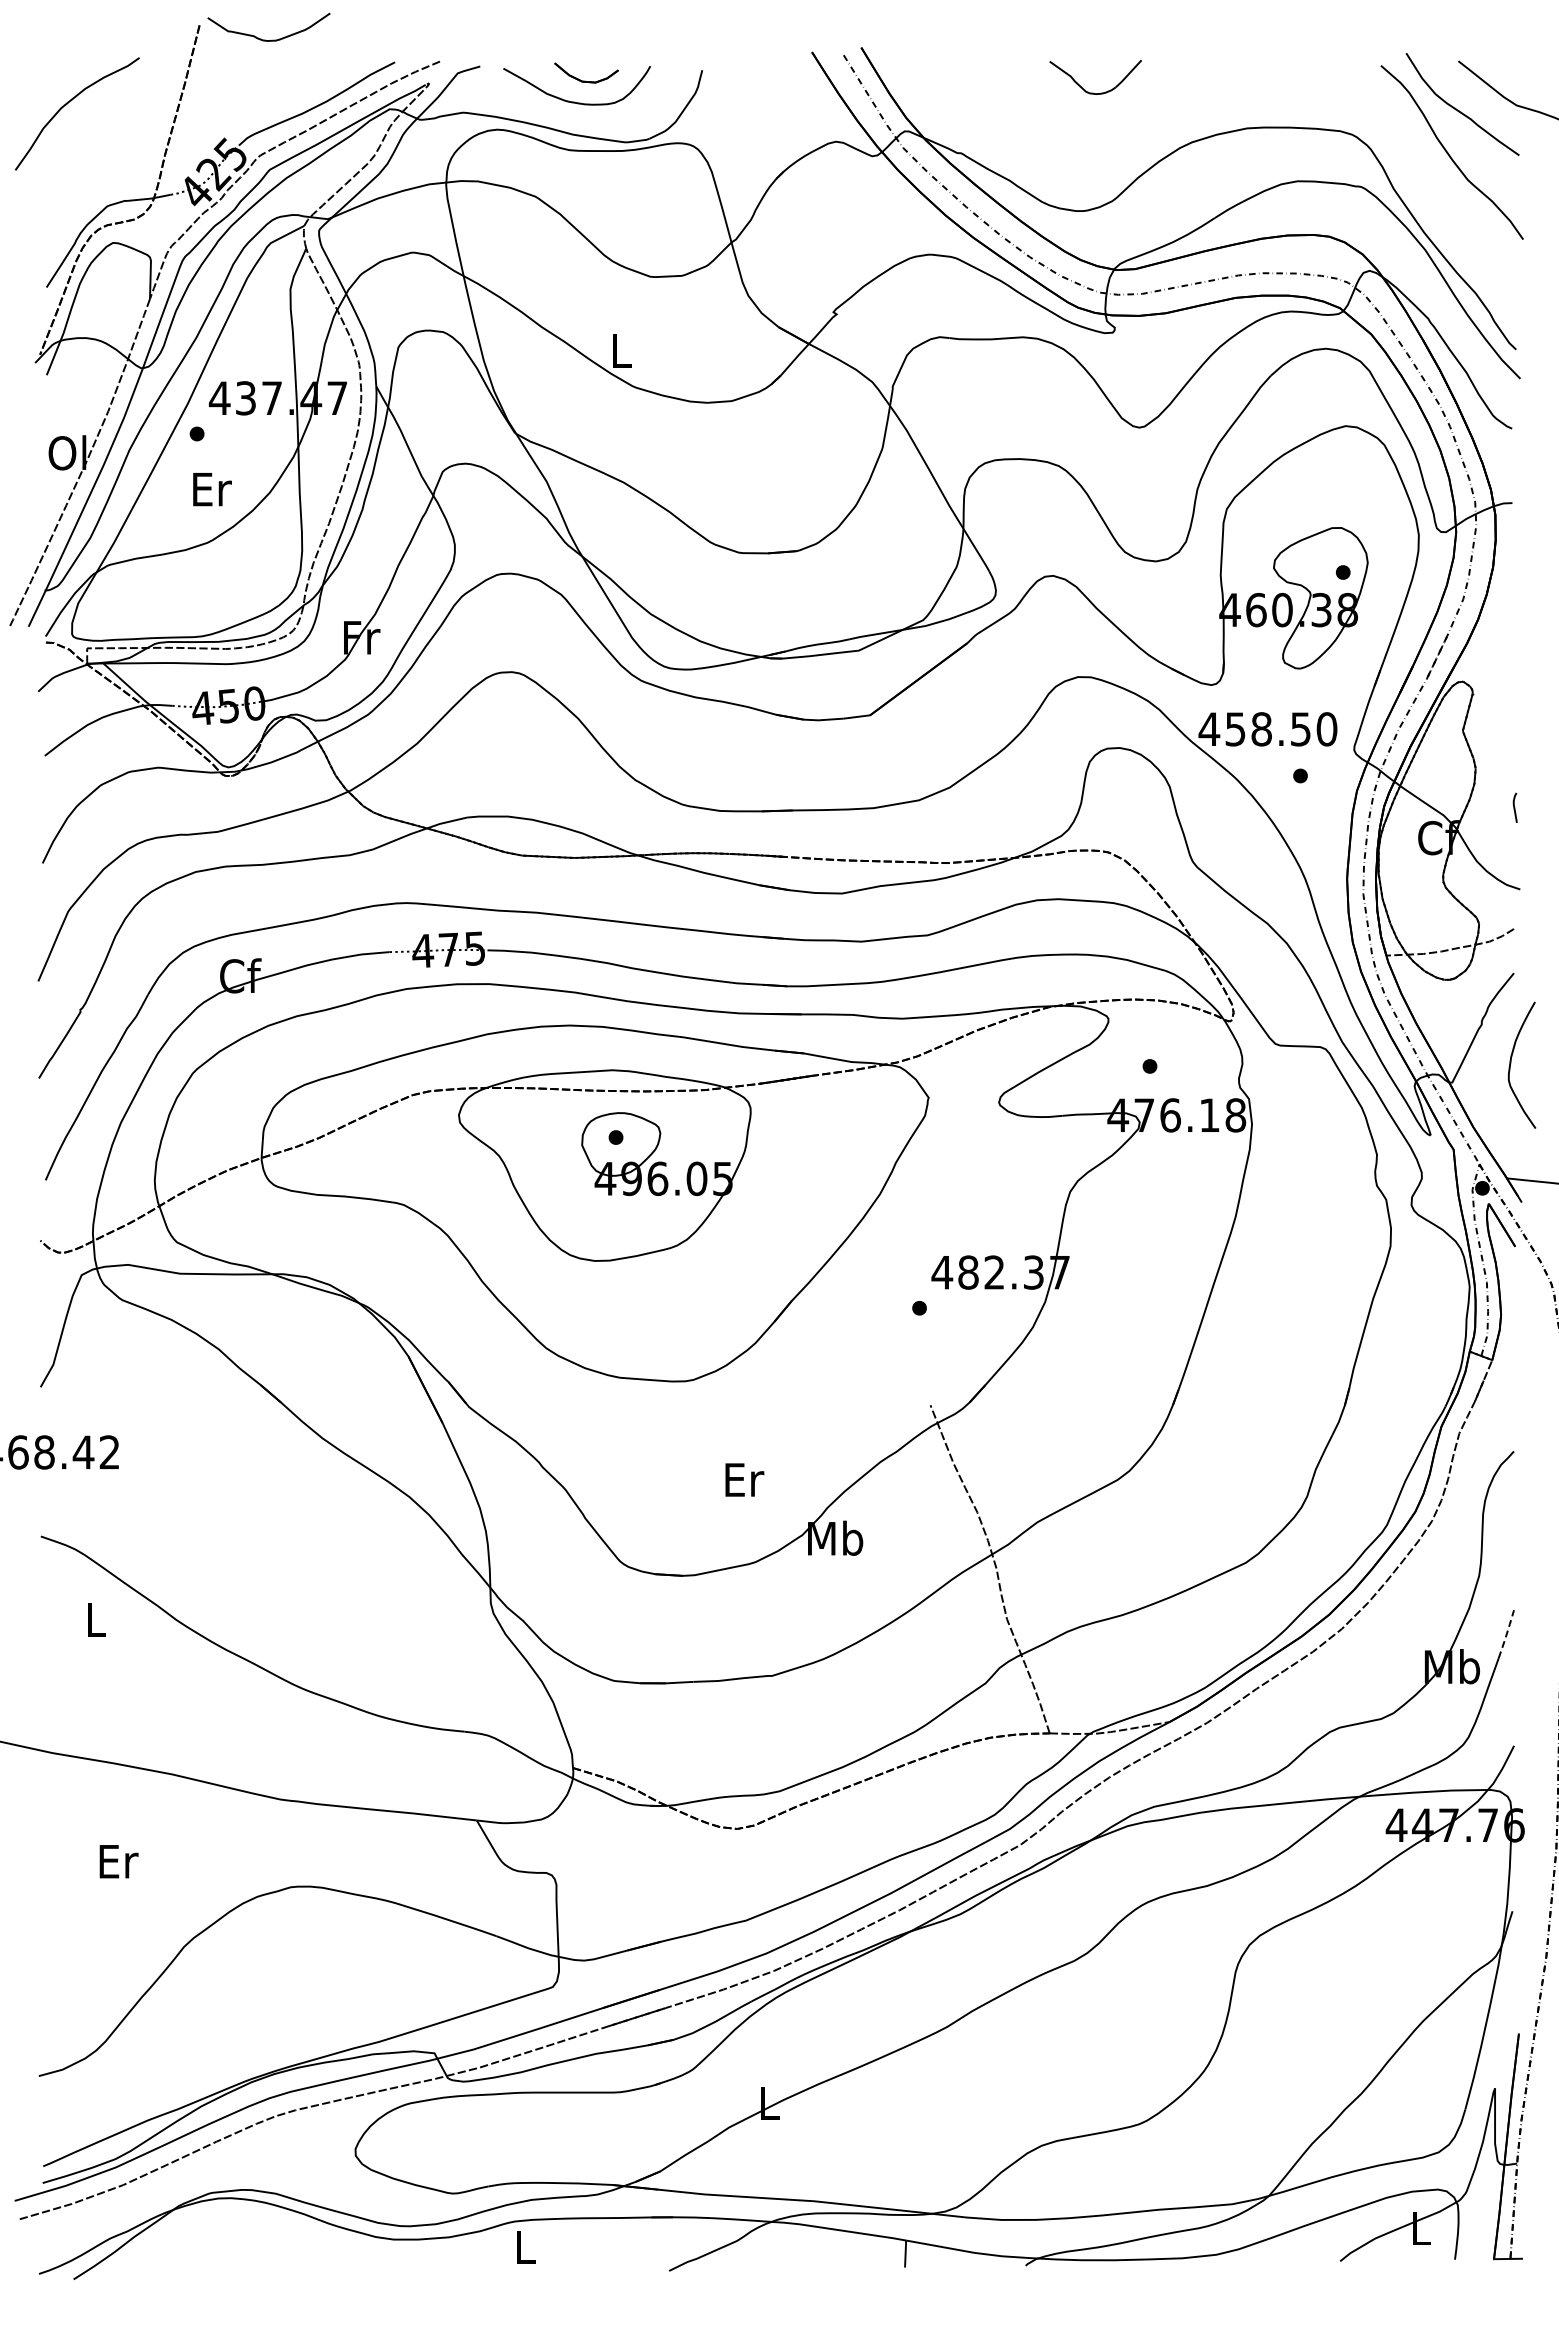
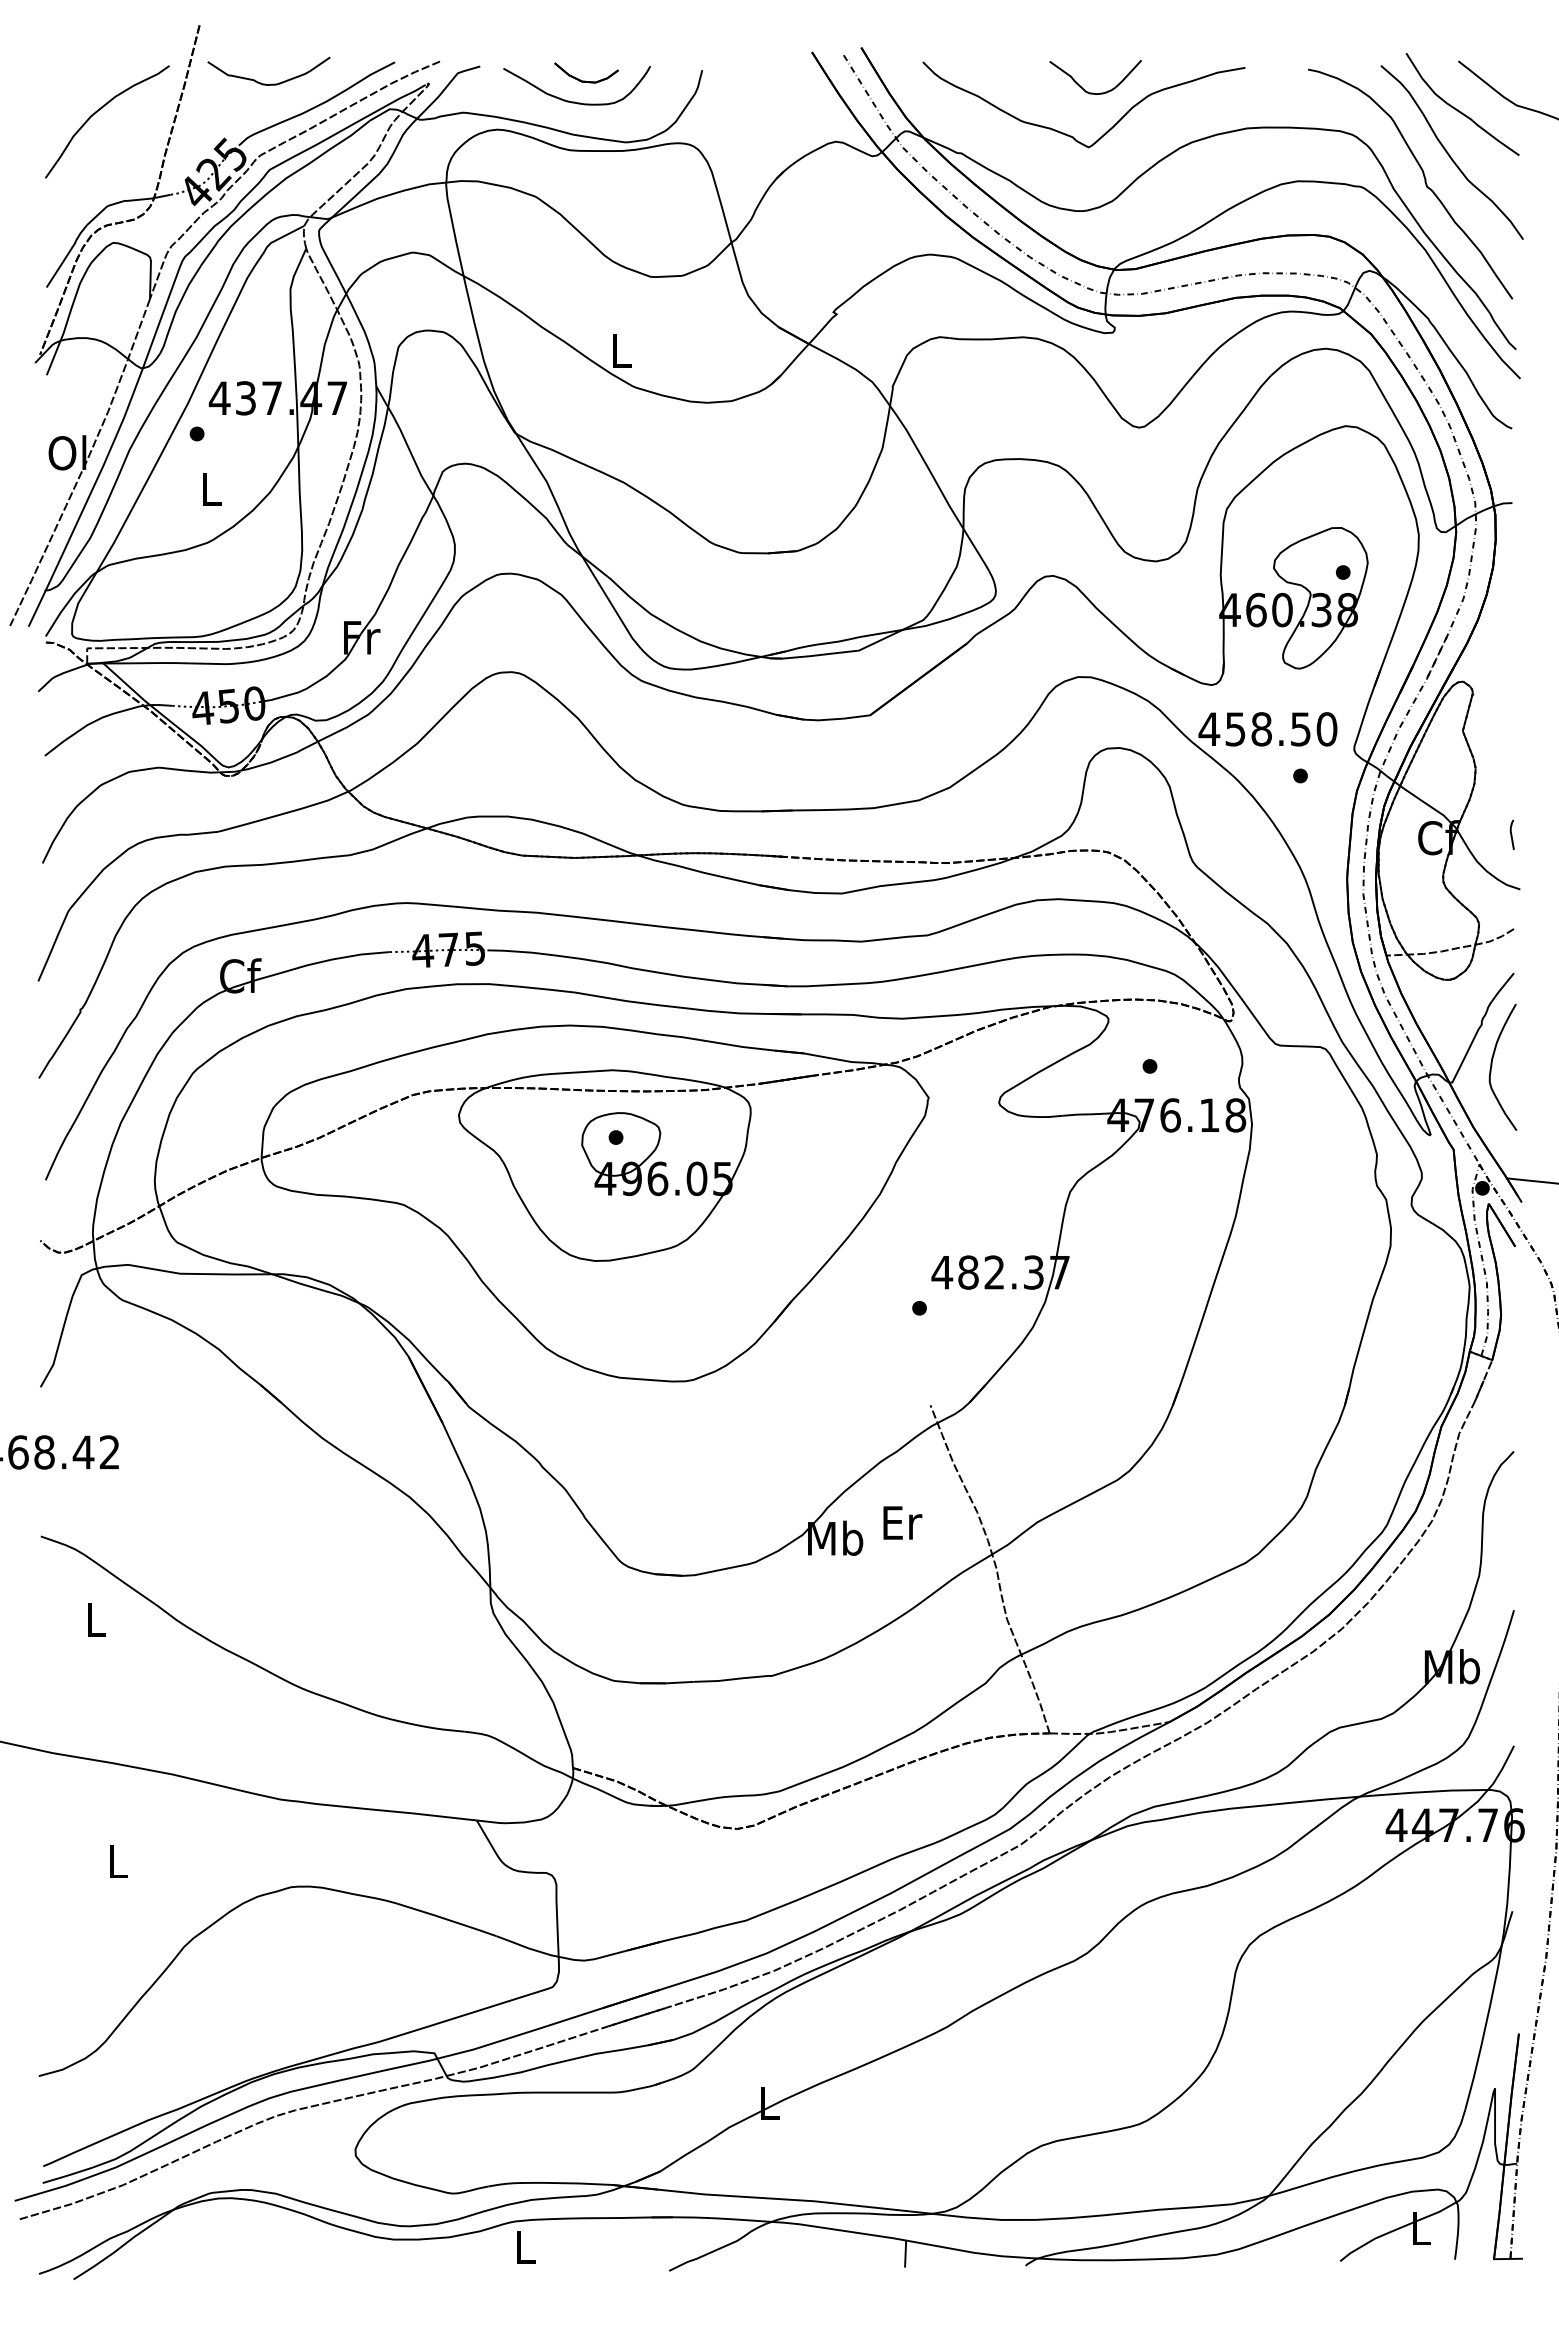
curve at (265, 39) position: (265, 39) -> (265, 83)
curve at (71, 101) position: (71, 101) -> (101, 109)
curve at (1071, 135): none -> present
curve at (1424, 182): none -> present
text at (212, 489): Er -> L
line at (1514, 807) position: (1514, 807) -> (1511, 834)
curve at (1511, 1064) position: (1511, 1064) -> (1492, 1066)
text at (744, 1479) position: (744, 1479) -> (902, 1522)
line at (1506, 1633): dashed -> solid
text at (118, 1861): Er -> L
